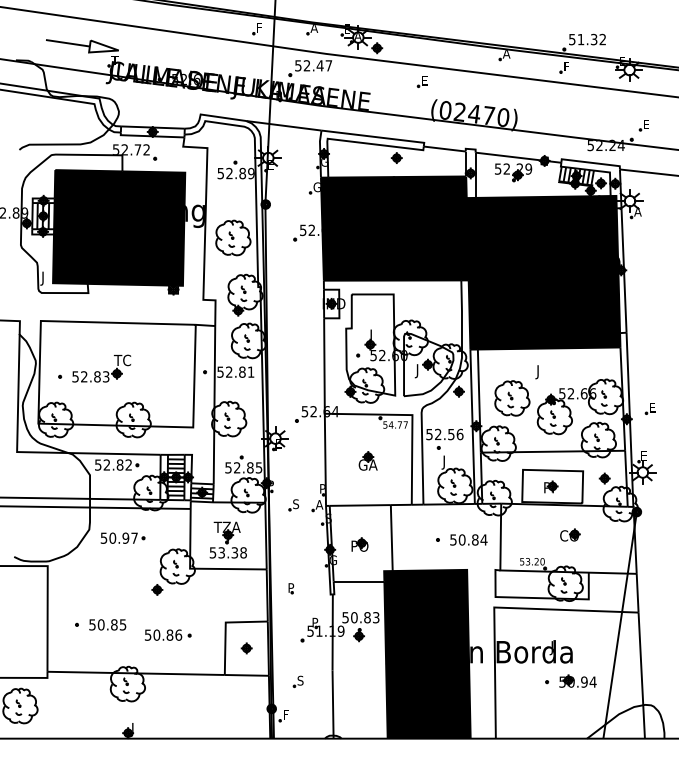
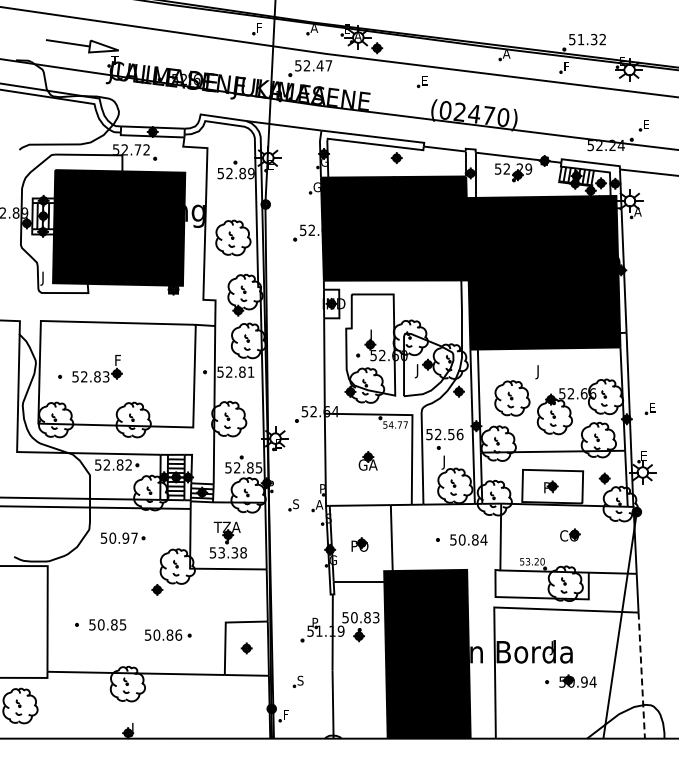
text at (122, 360): TC -> F
part at (291, 588): present -> none
line at (641, 676): solid -> dashed
